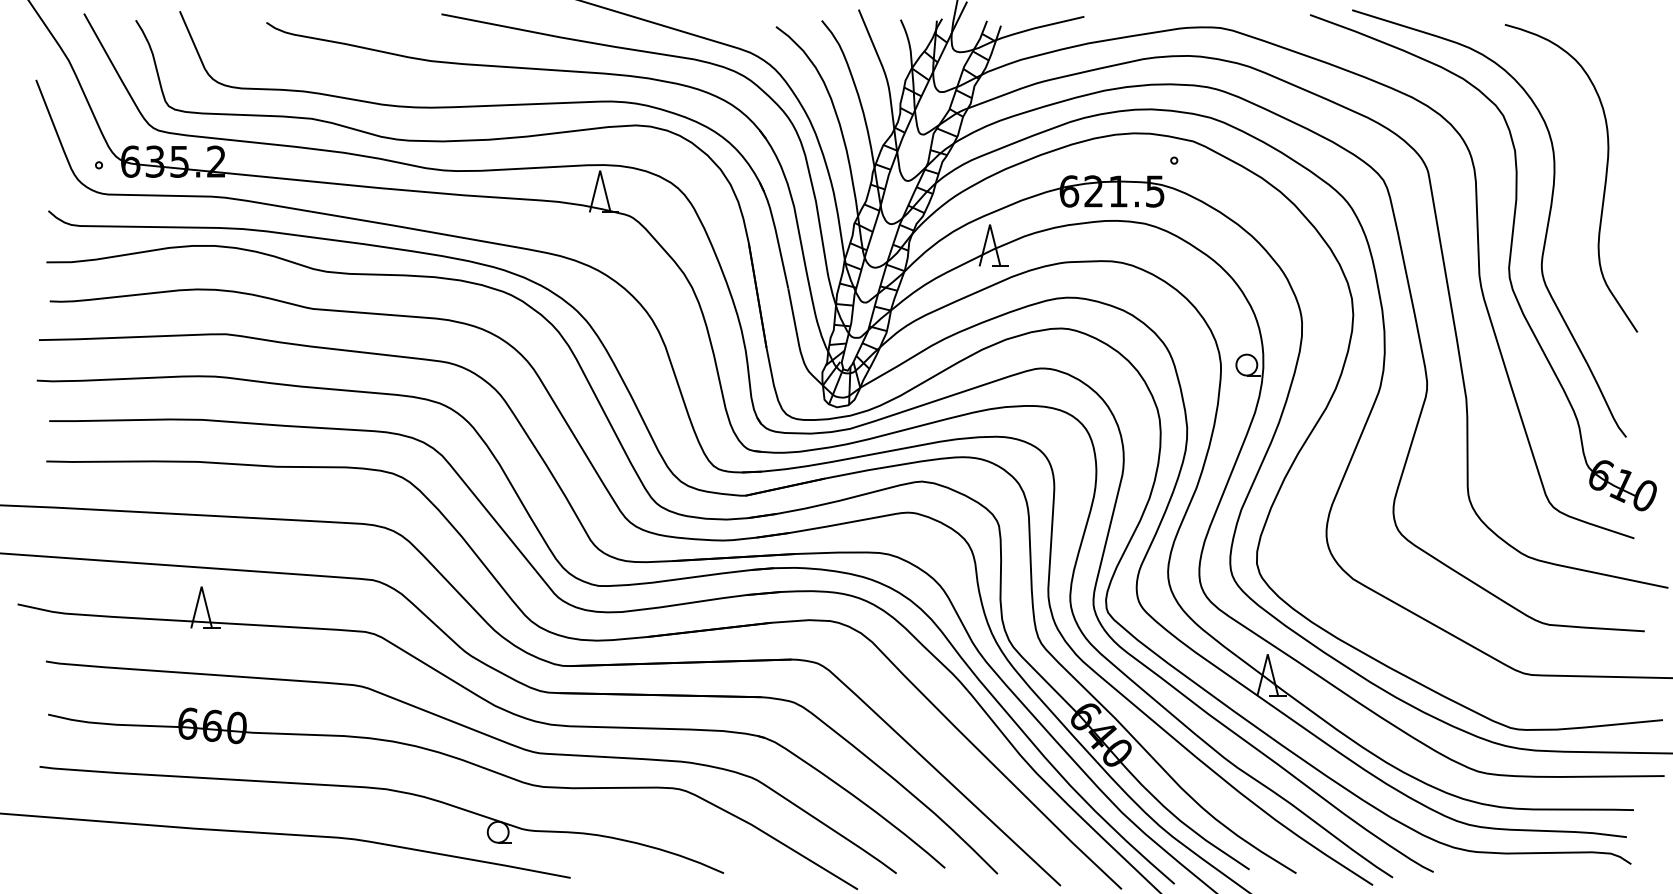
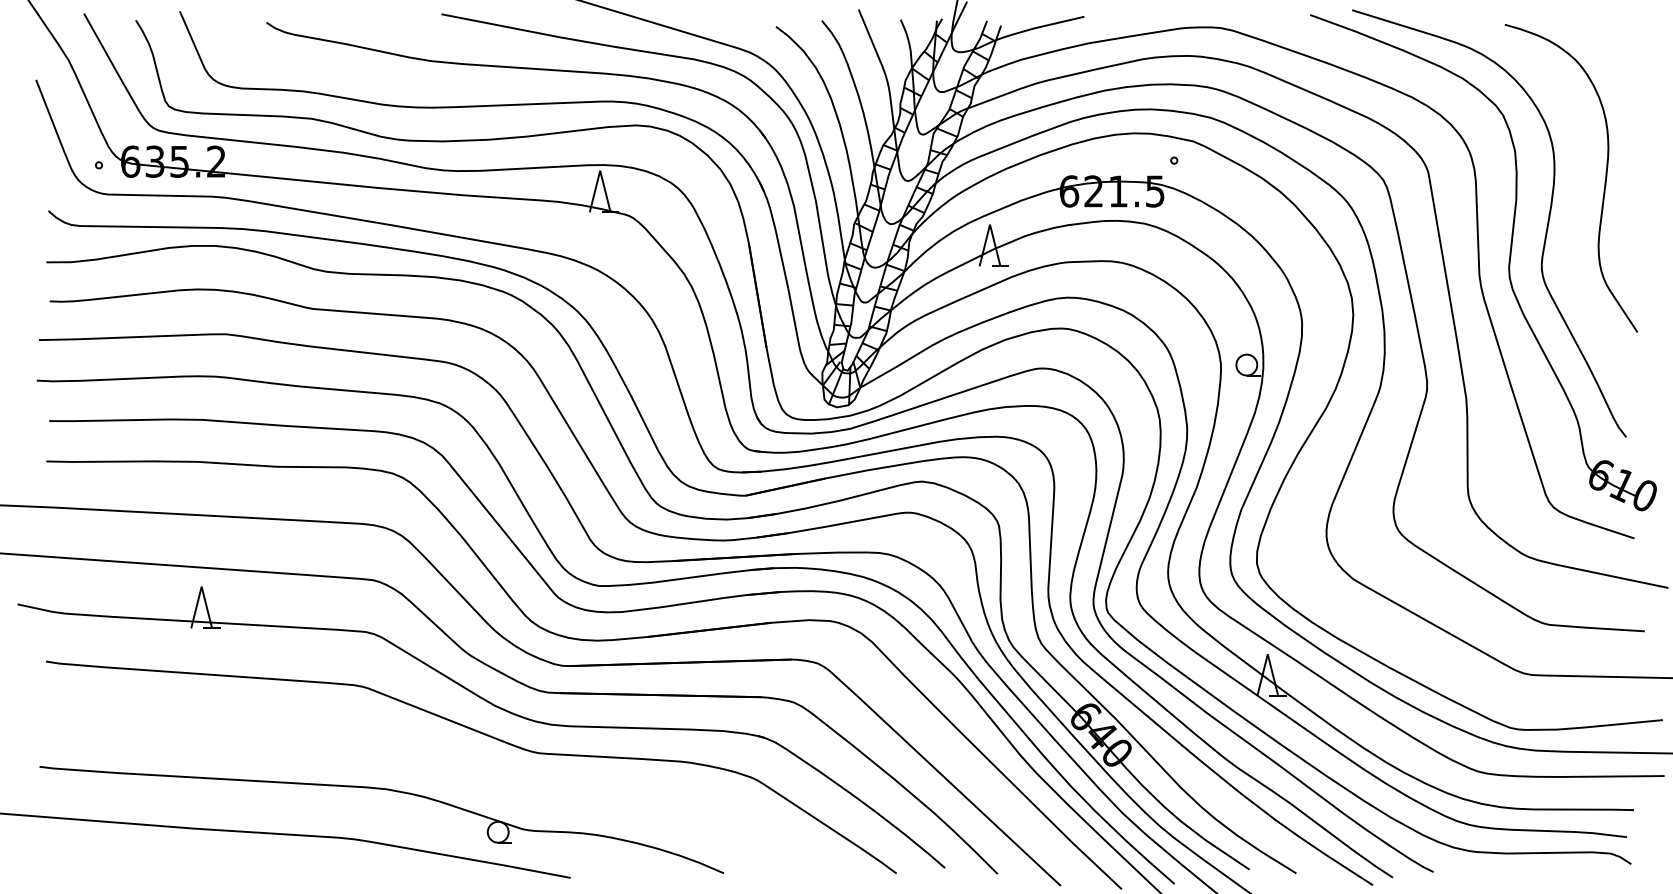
part at (465, 762): present -> none
